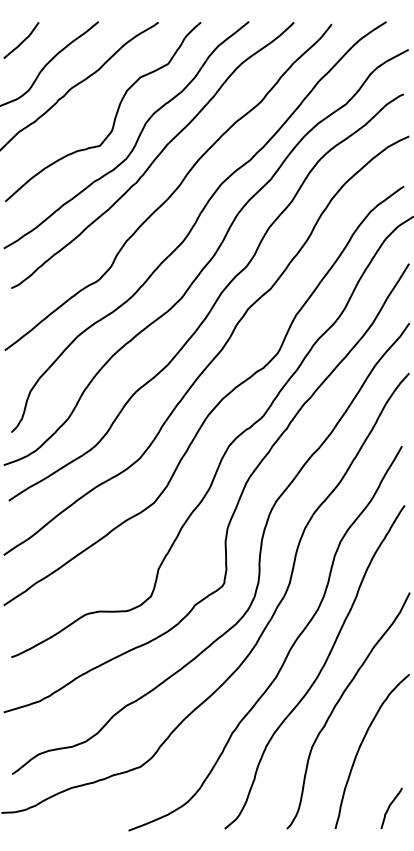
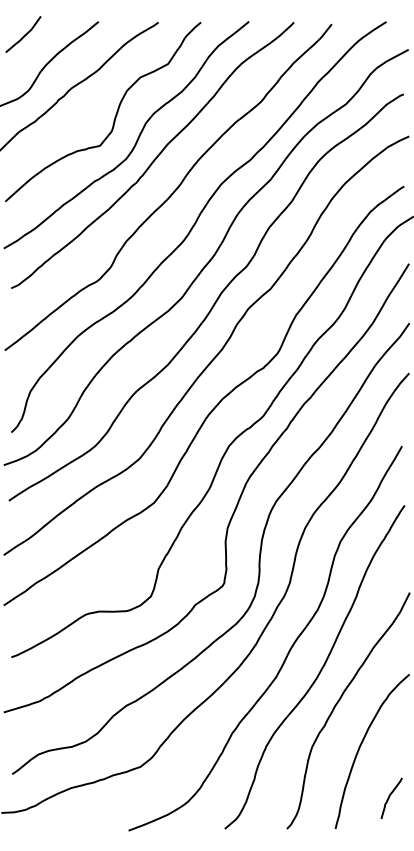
curve at (22, 40) position: (22, 40) -> (24, 34)
curve at (390, 806) position: (390, 806) -> (390, 796)
